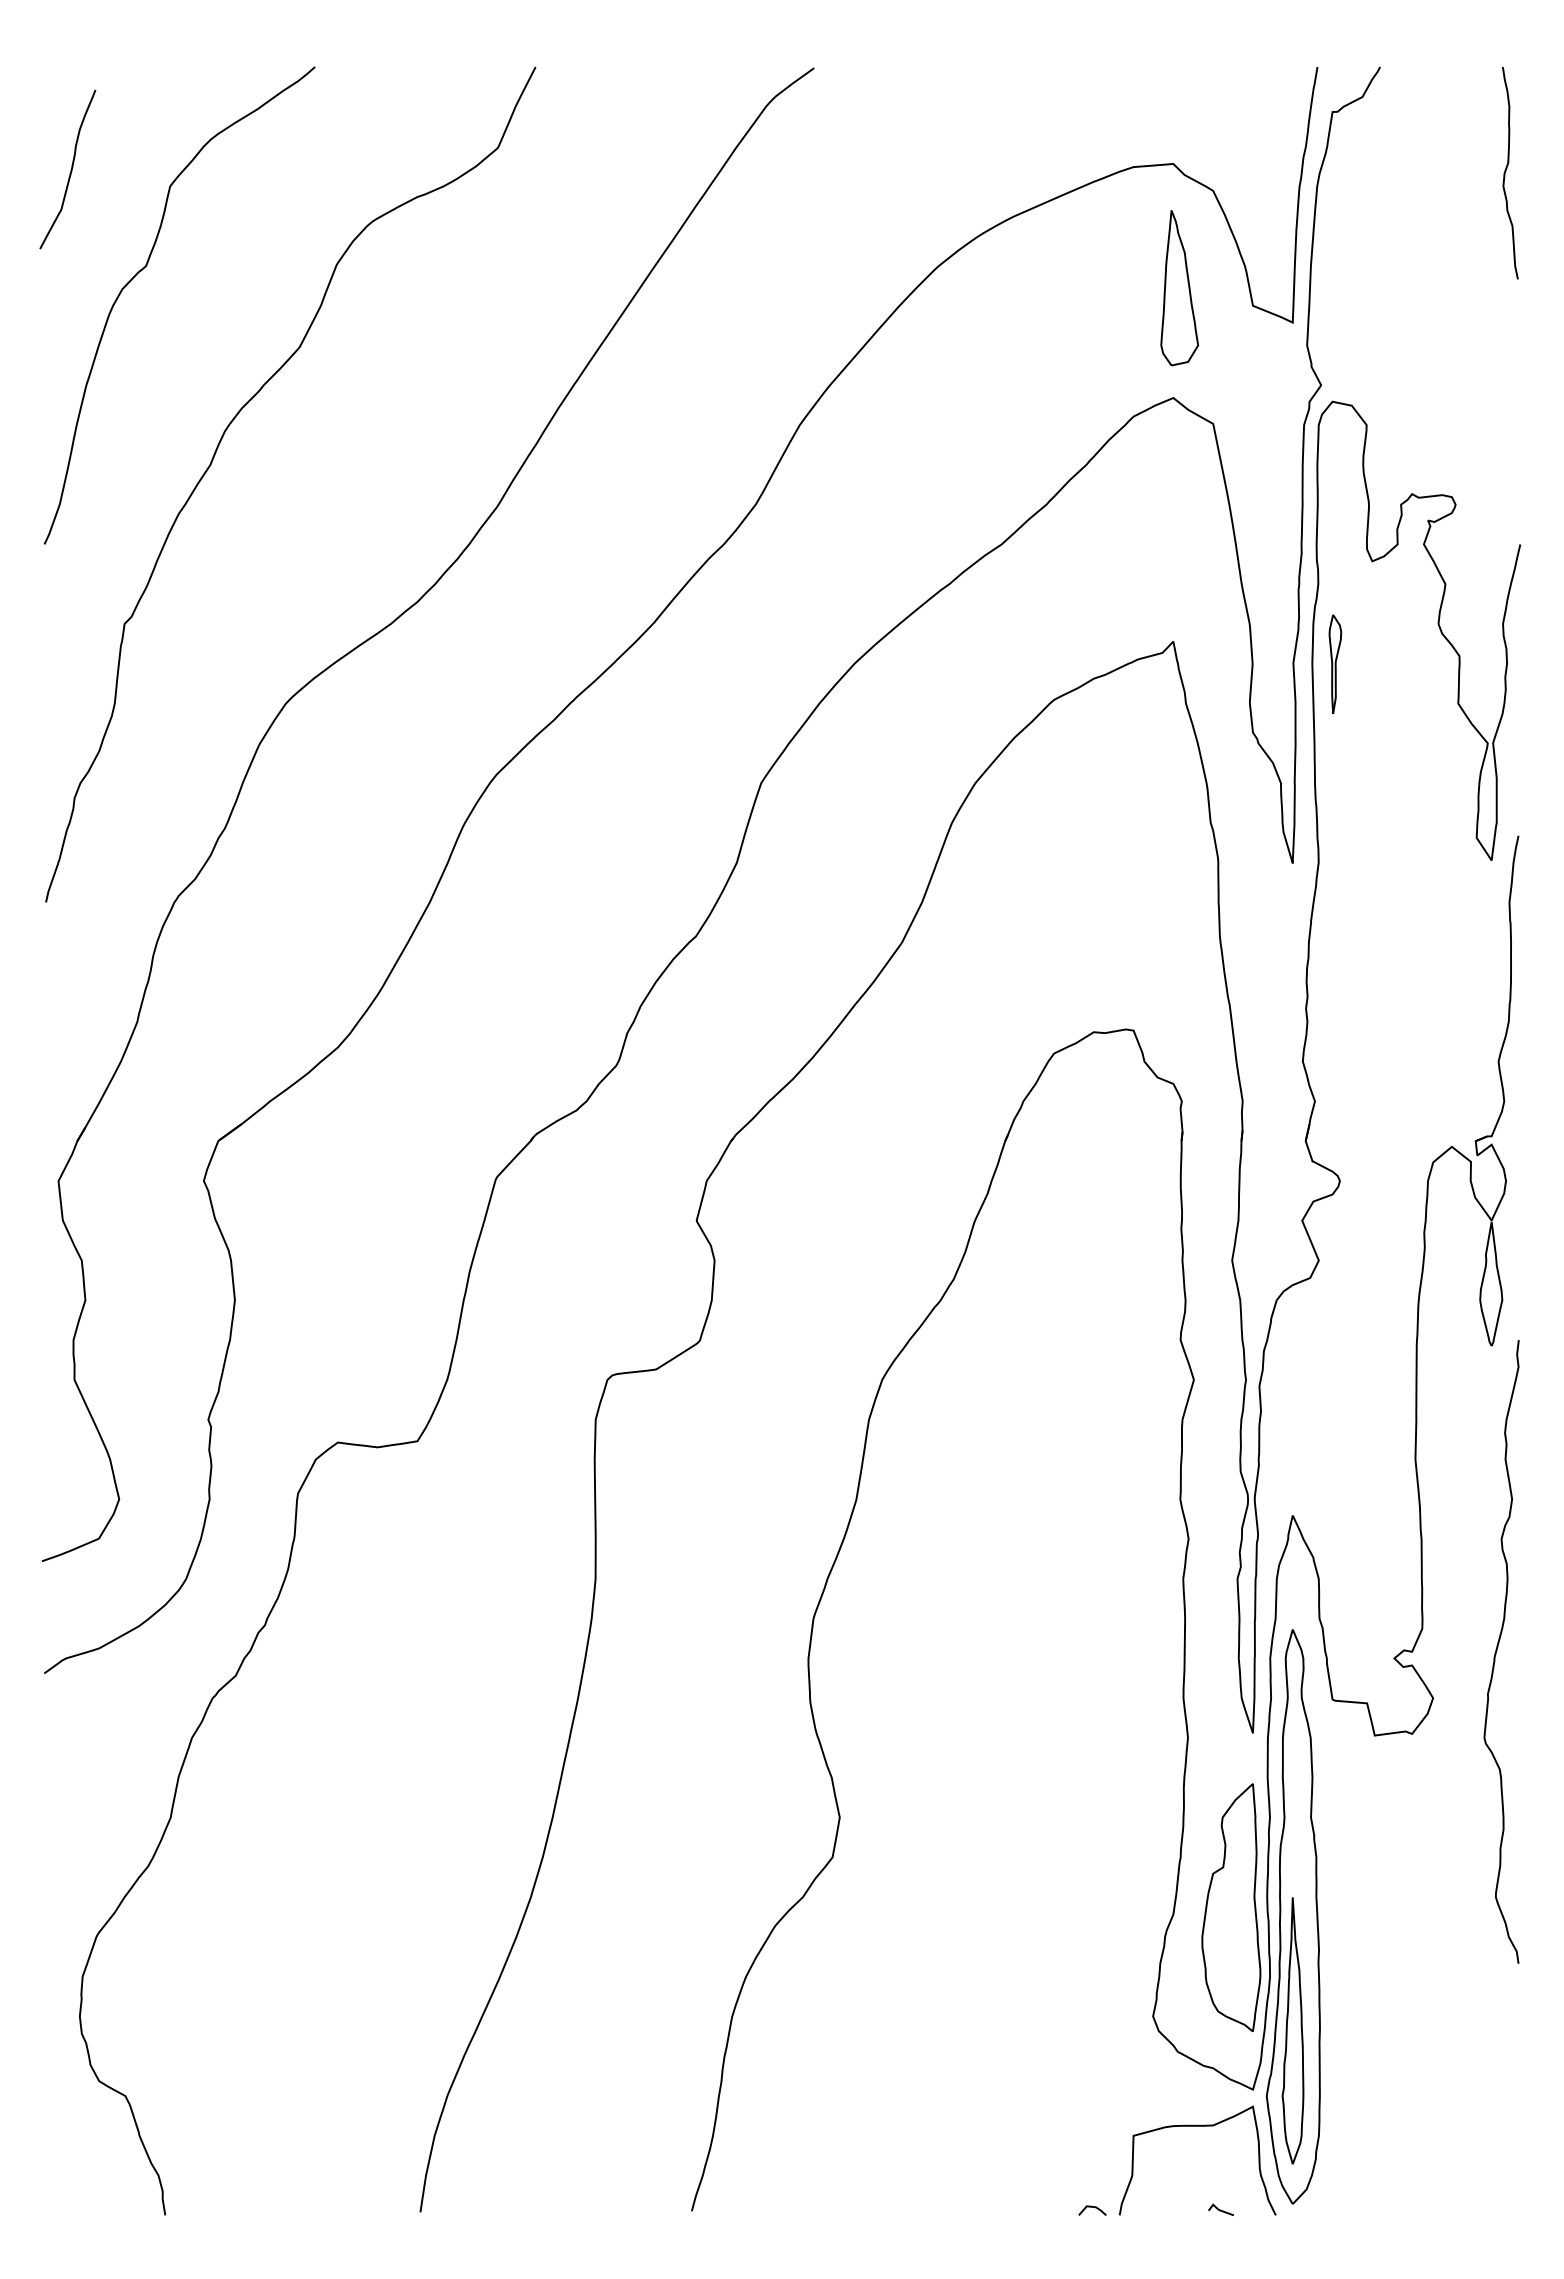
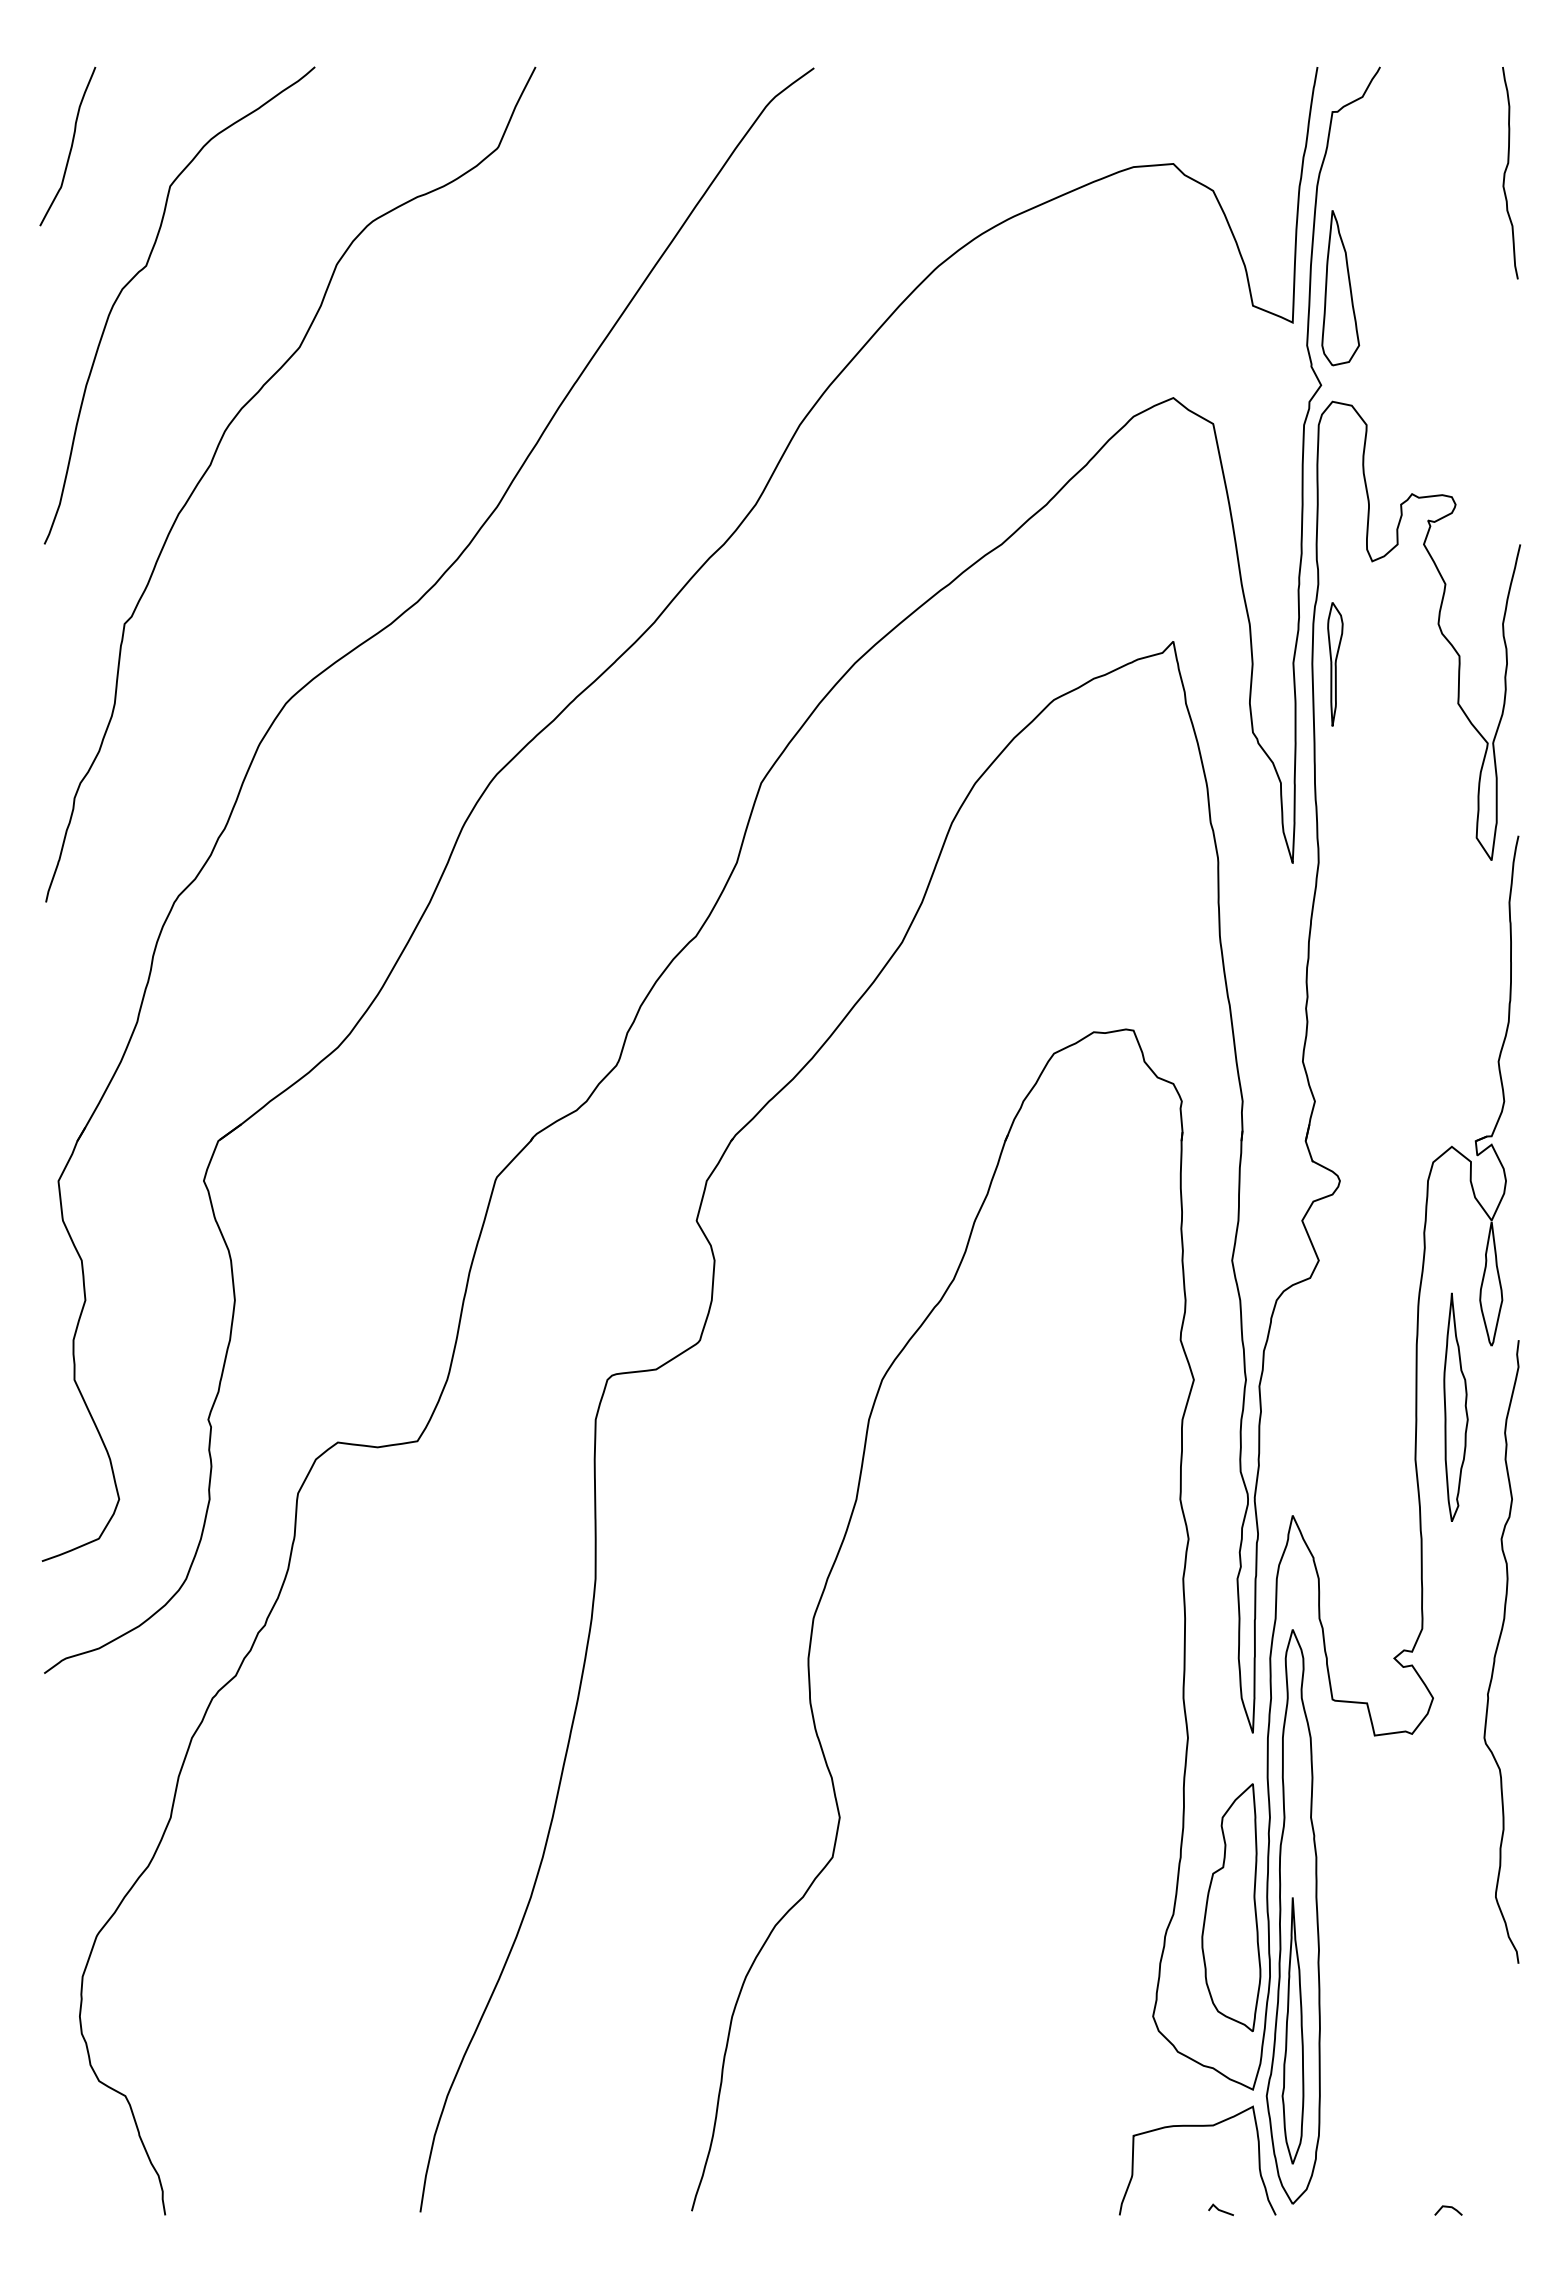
curve at (70, 169) position: (70, 169) -> (70, 146)
part at (1179, 288) position: (1179, 288) -> (1340, 288)
part at (1335, 663) size: 15x100 px -> 17x125 px
part at (1455, 1406): none -> present
line at (1092, 2207) position: (1092, 2207) -> (1448, 2207)
